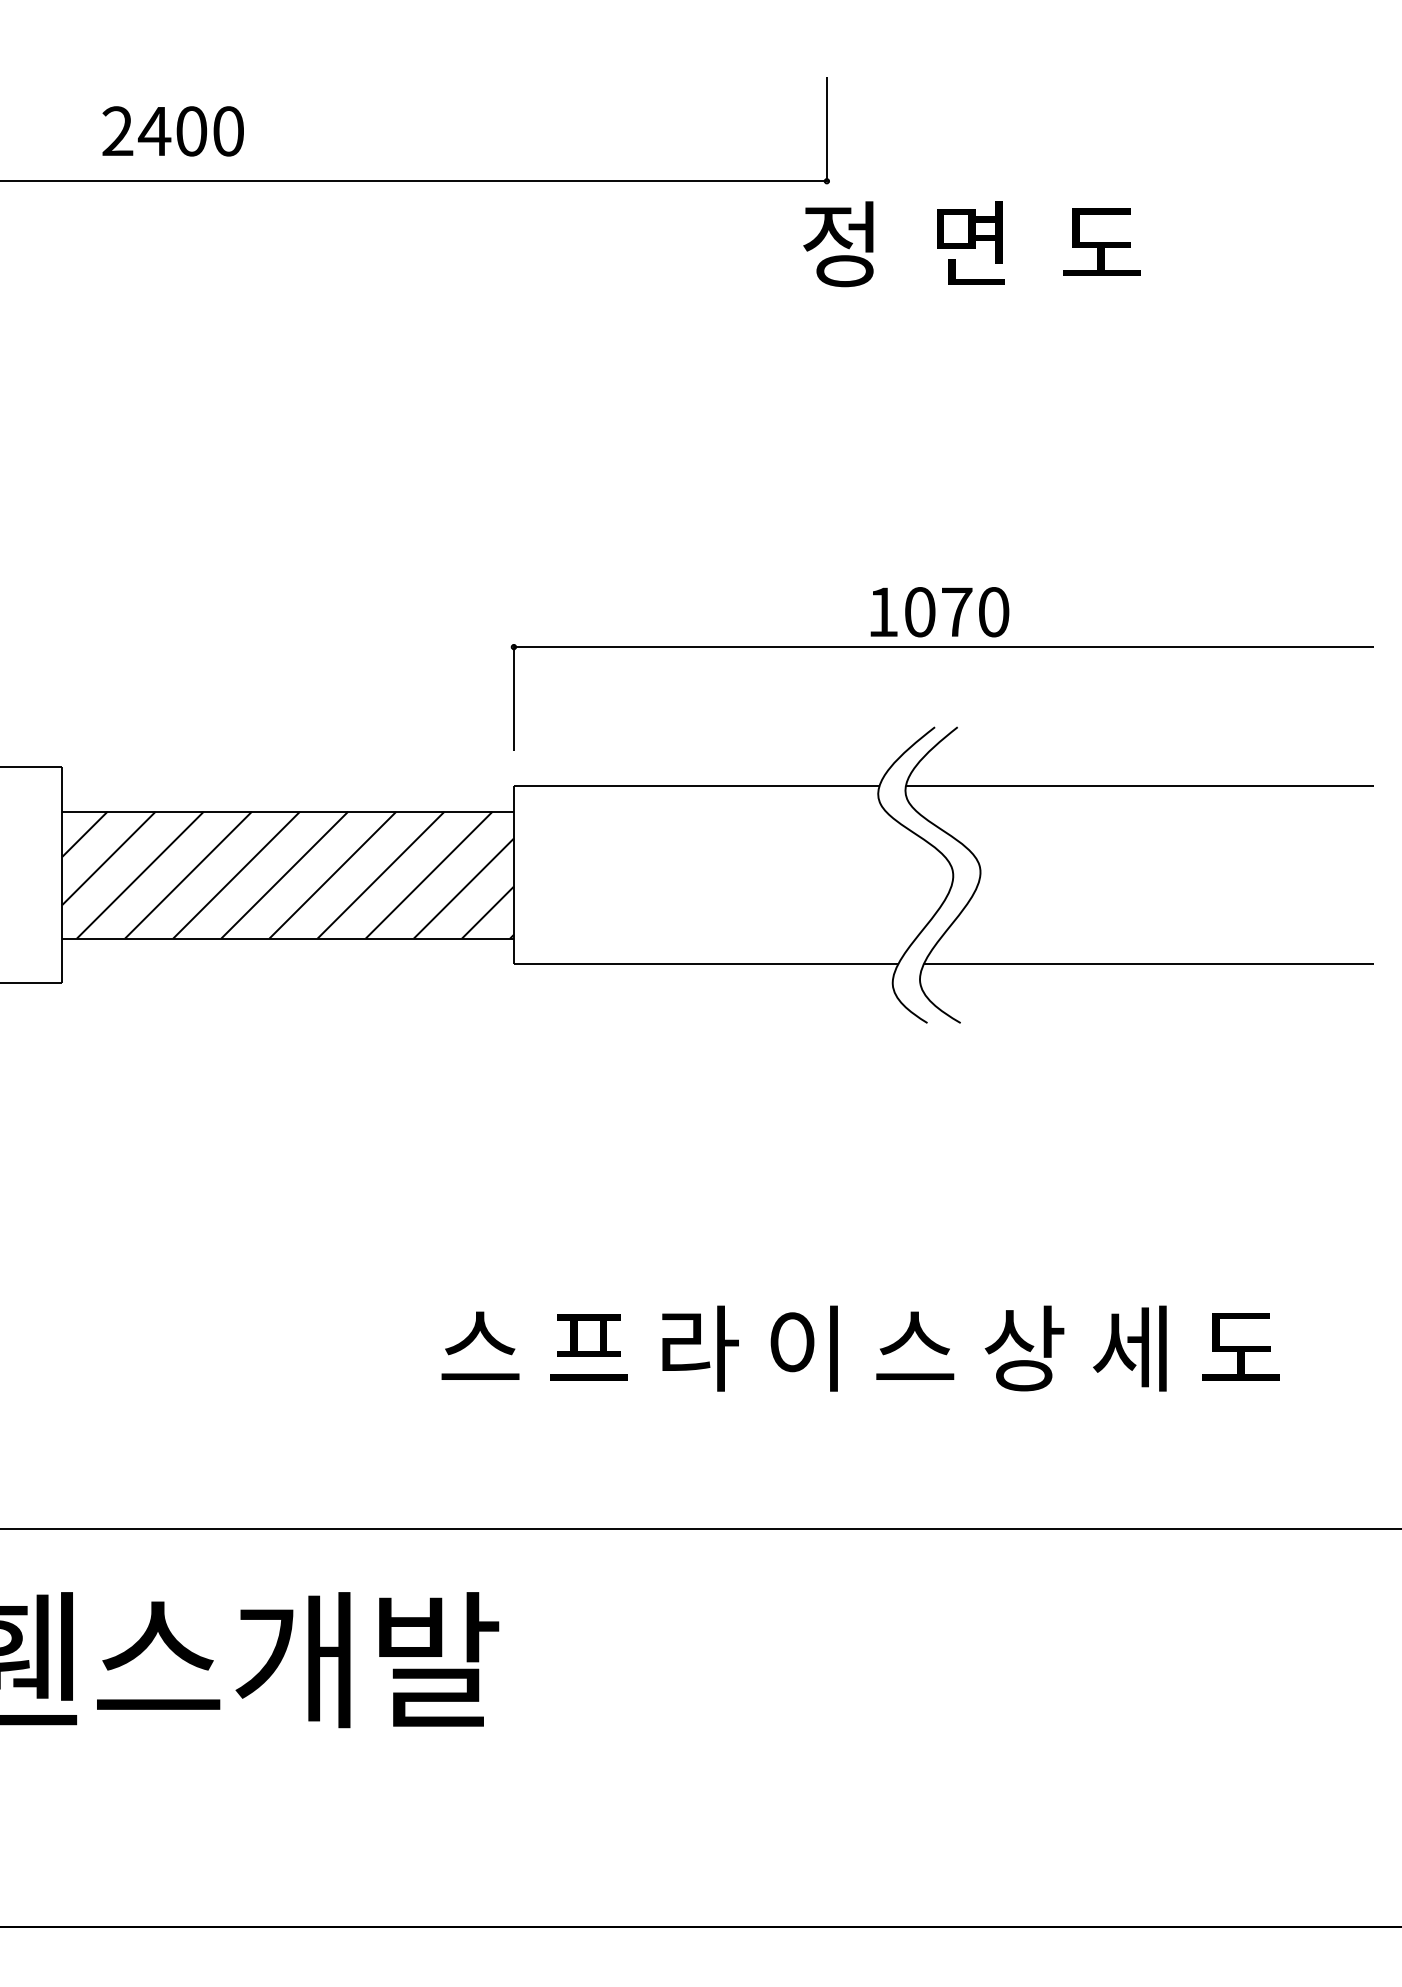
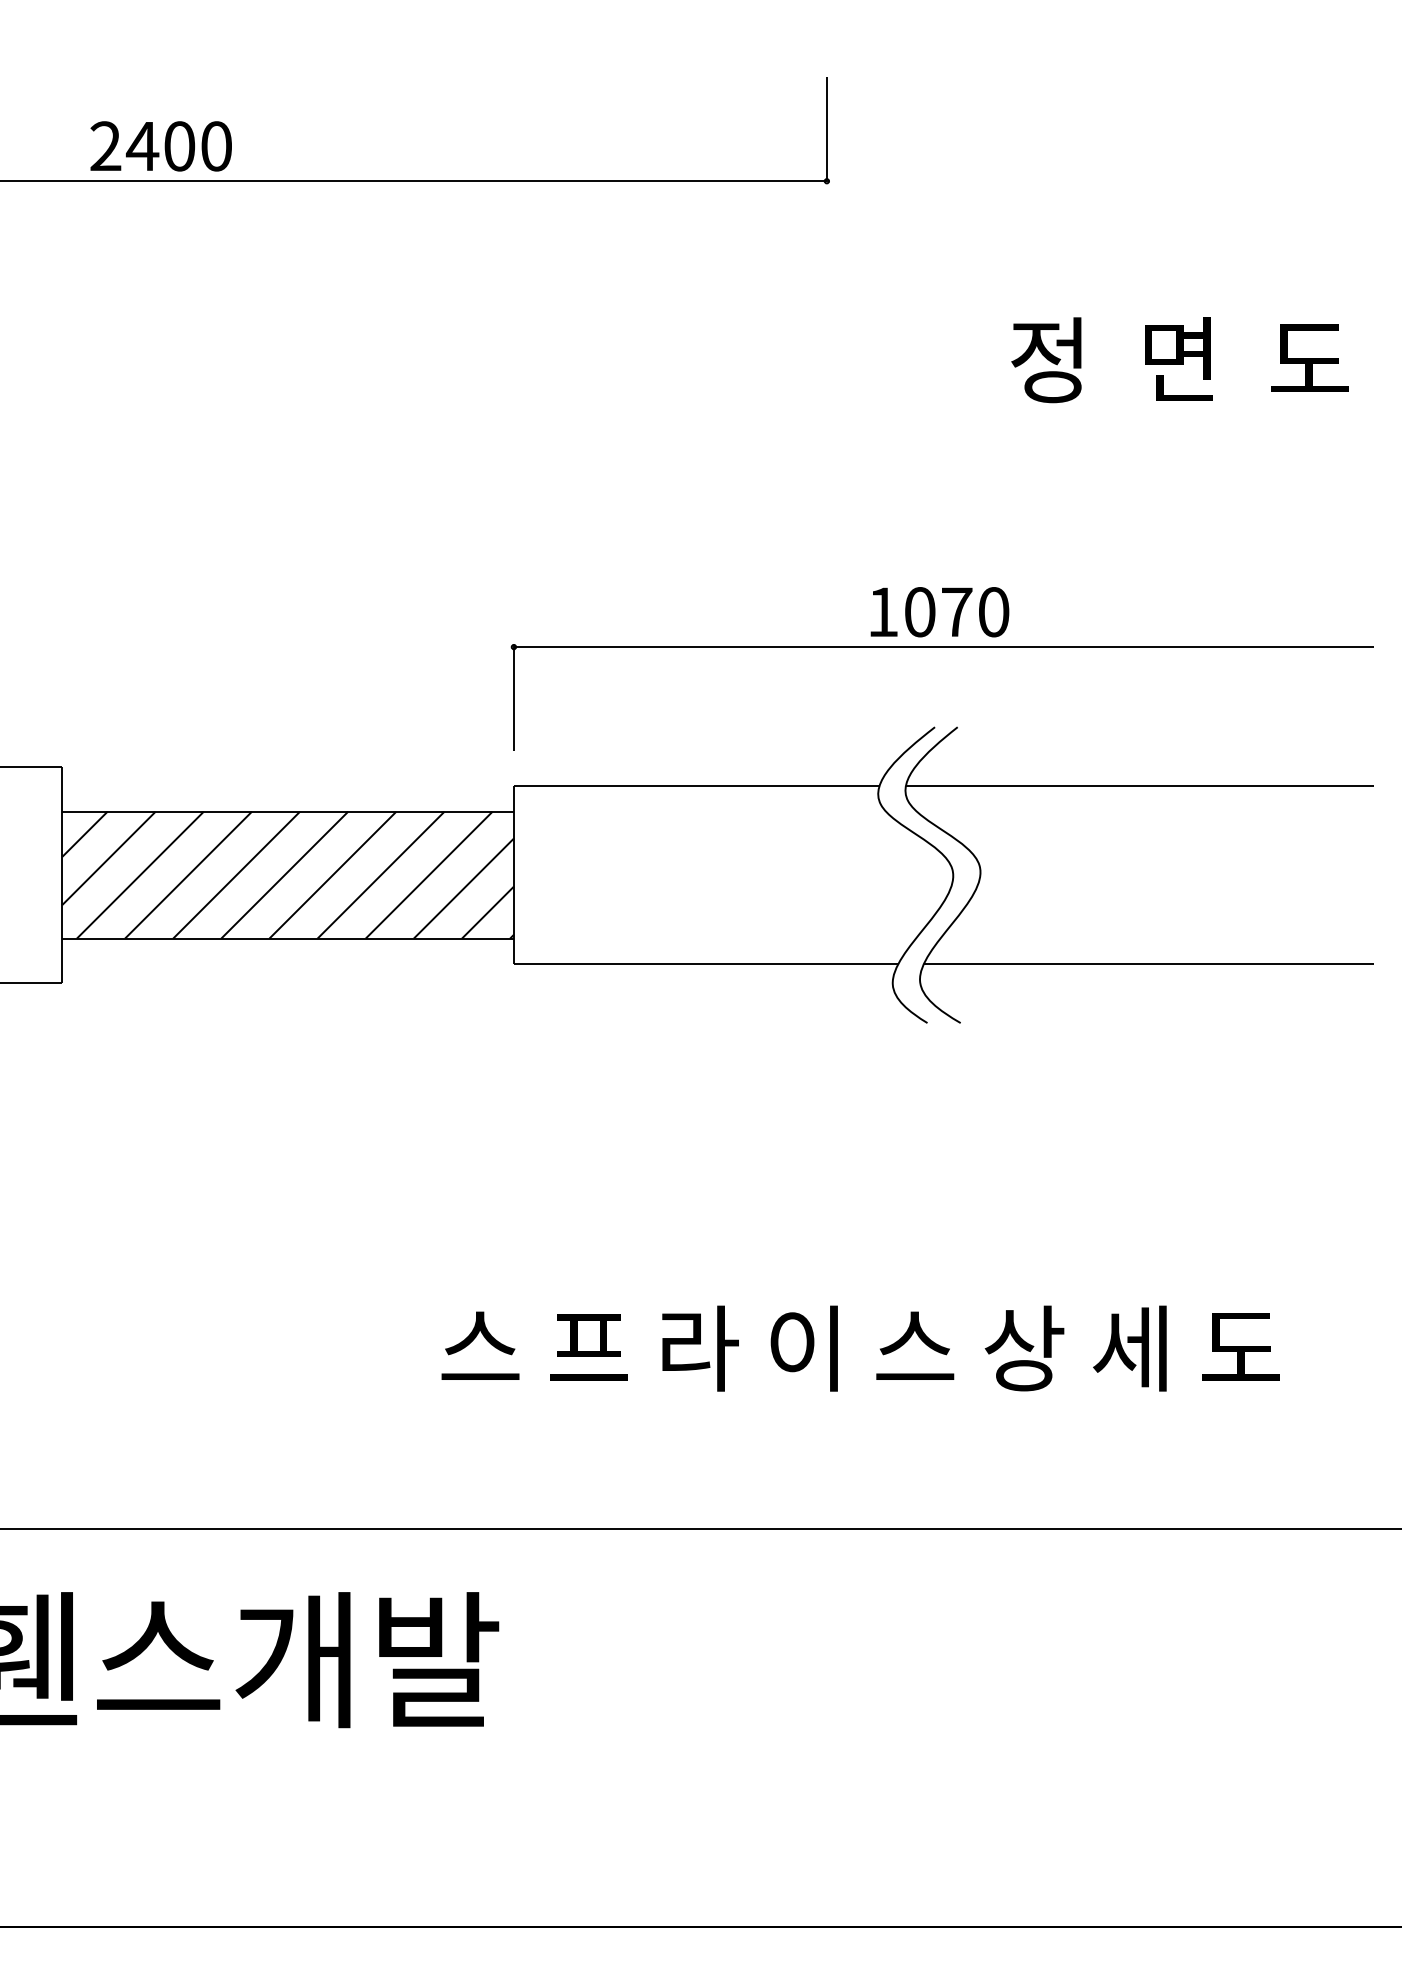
text at (172, 131) position: (172, 131) -> (160, 146)
text at (971, 244) position: (971, 244) -> (1179, 360)
